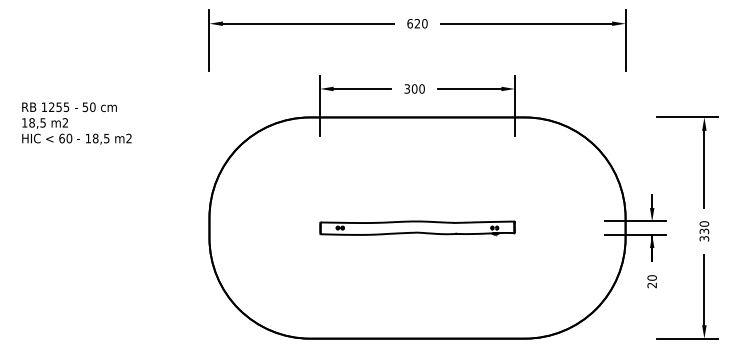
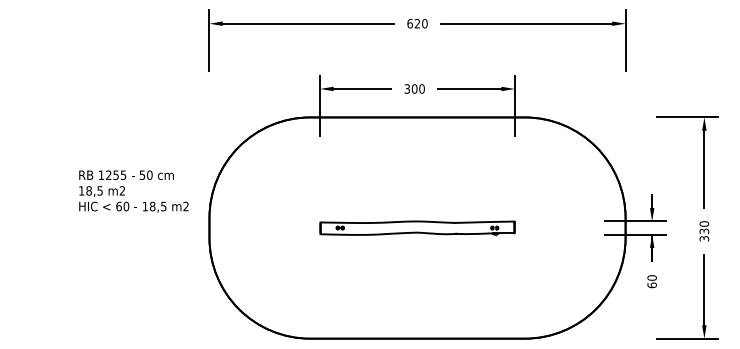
text at (76, 123) position: (76, 123) -> (133, 191)
text at (651, 285): 20 -> 60
